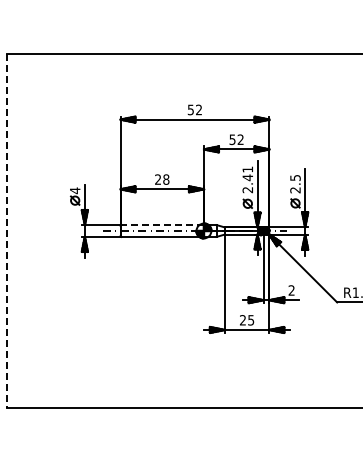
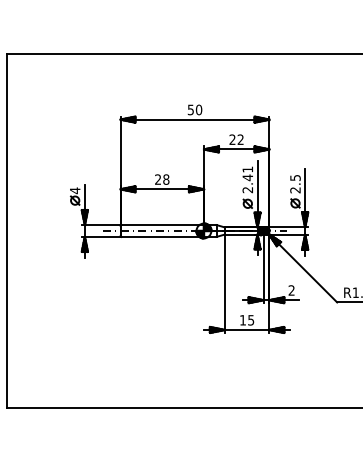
text at (198, 109): 52 -> 50
text at (232, 139): 52 -> 22
line at (162, 225): dashed -> solid
line at (7, 231): dashed -> solid
text at (242, 320): 25 -> 15
